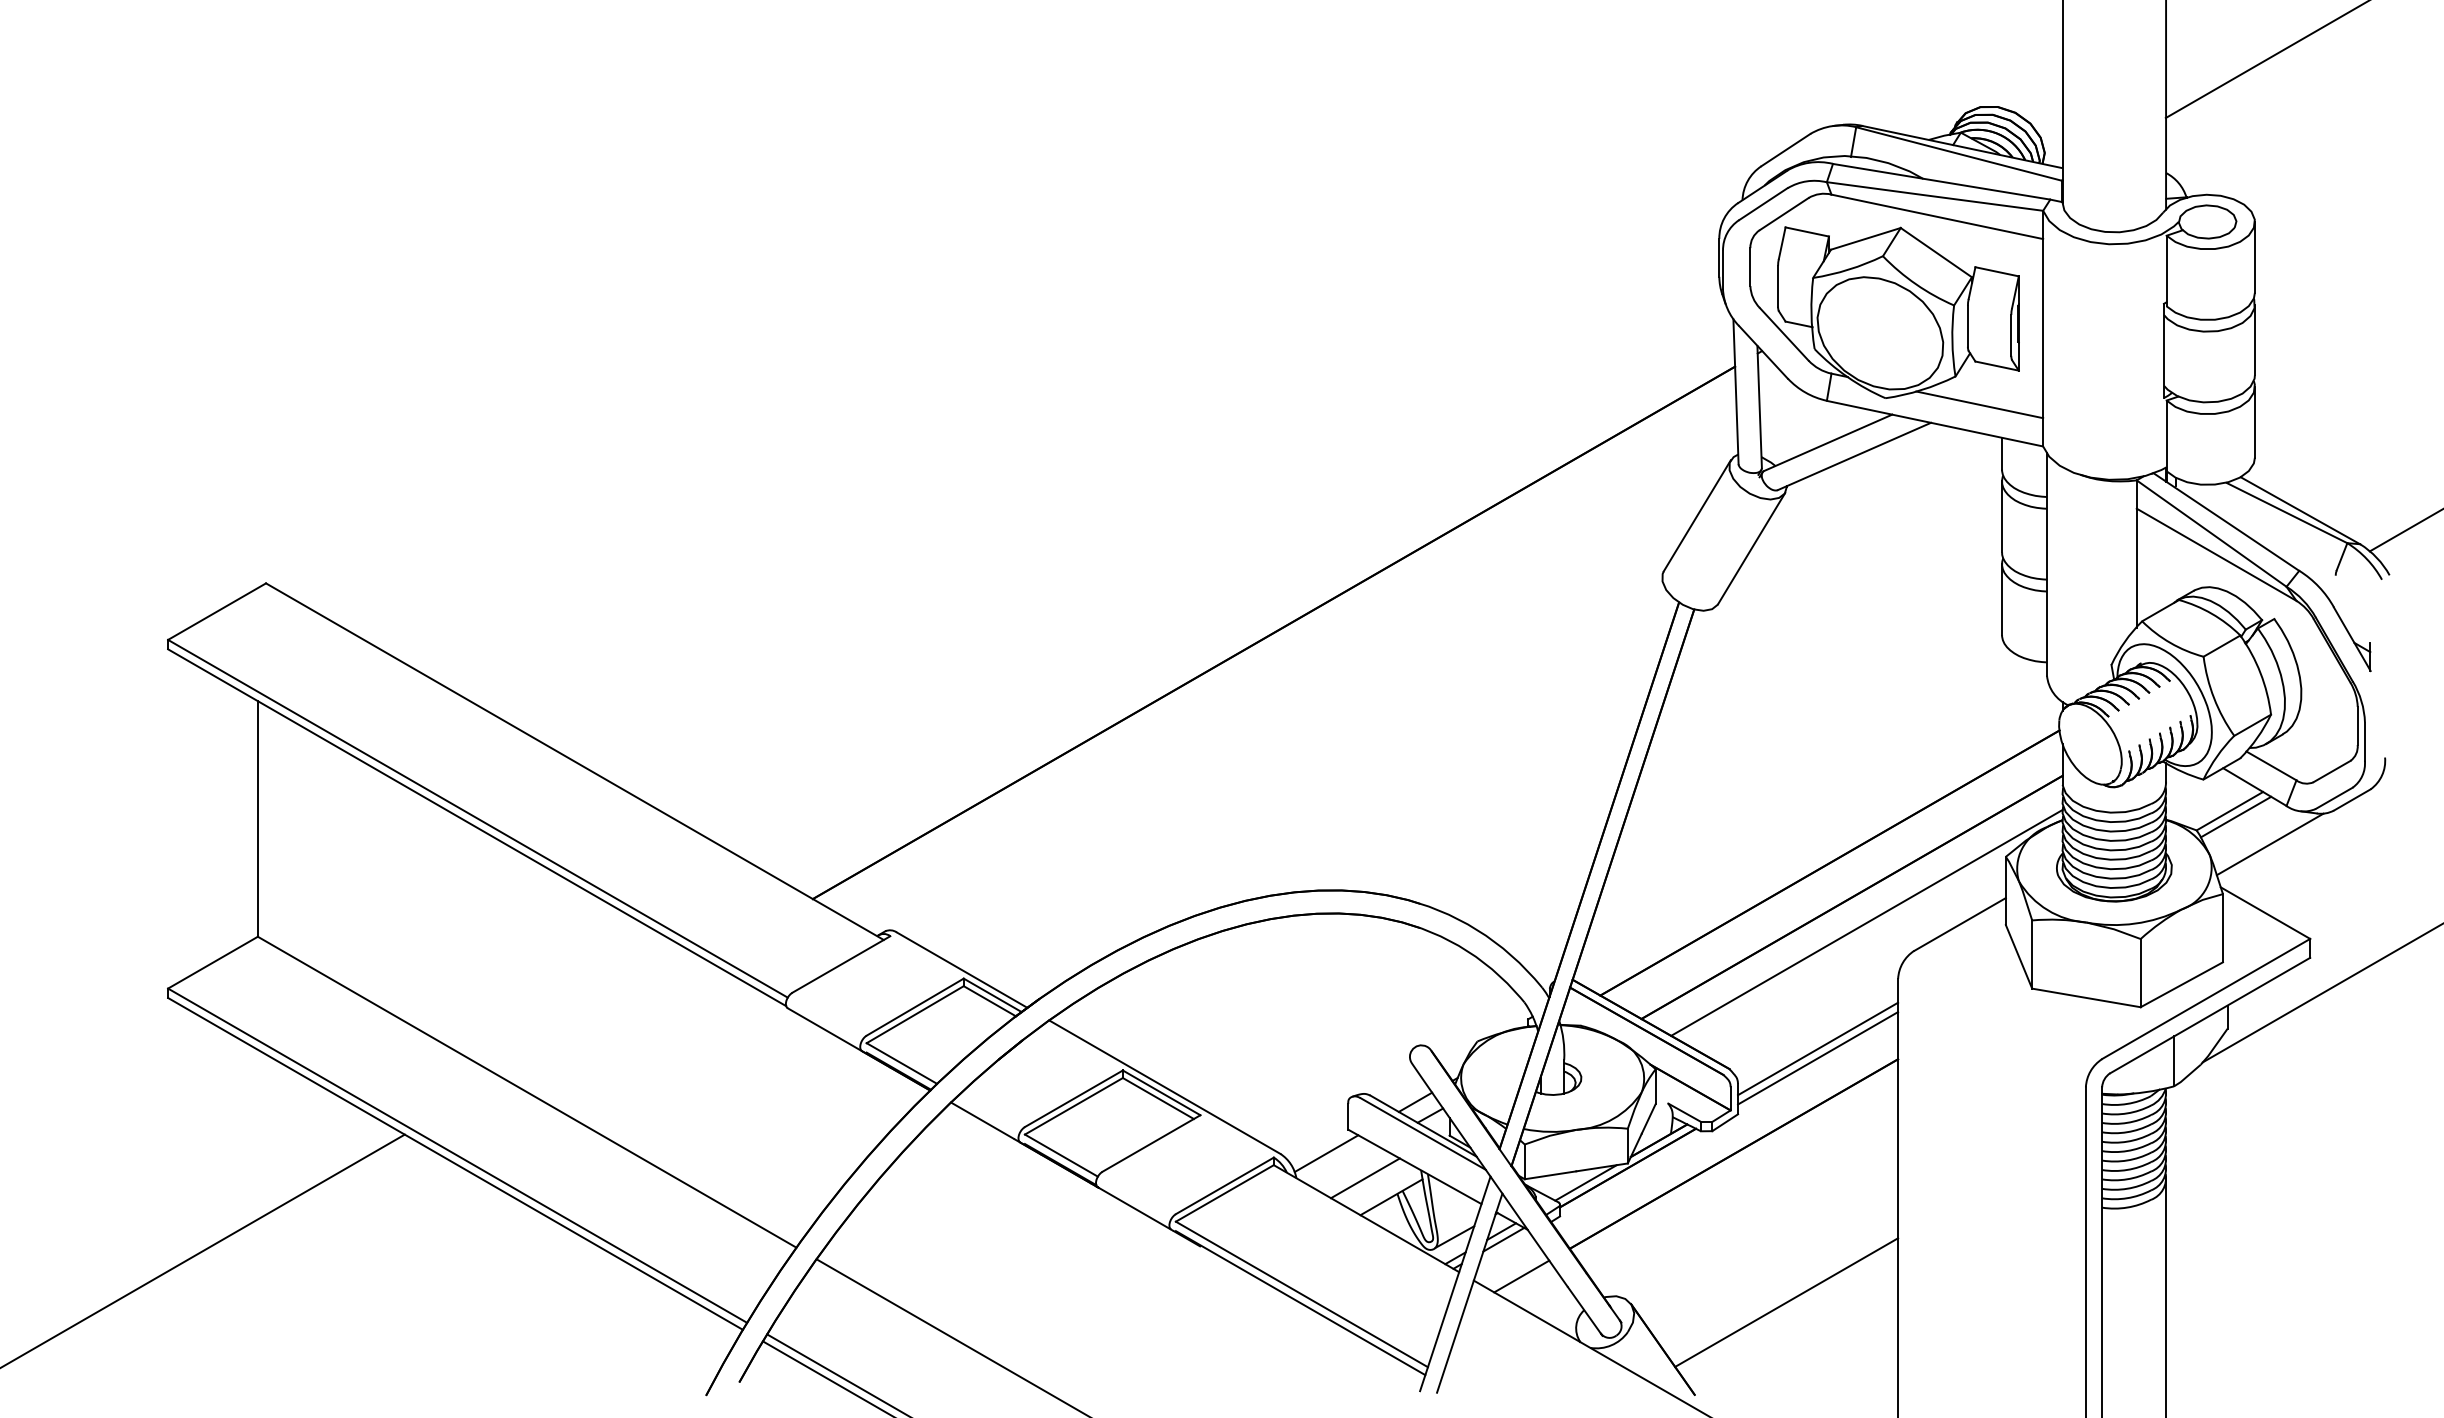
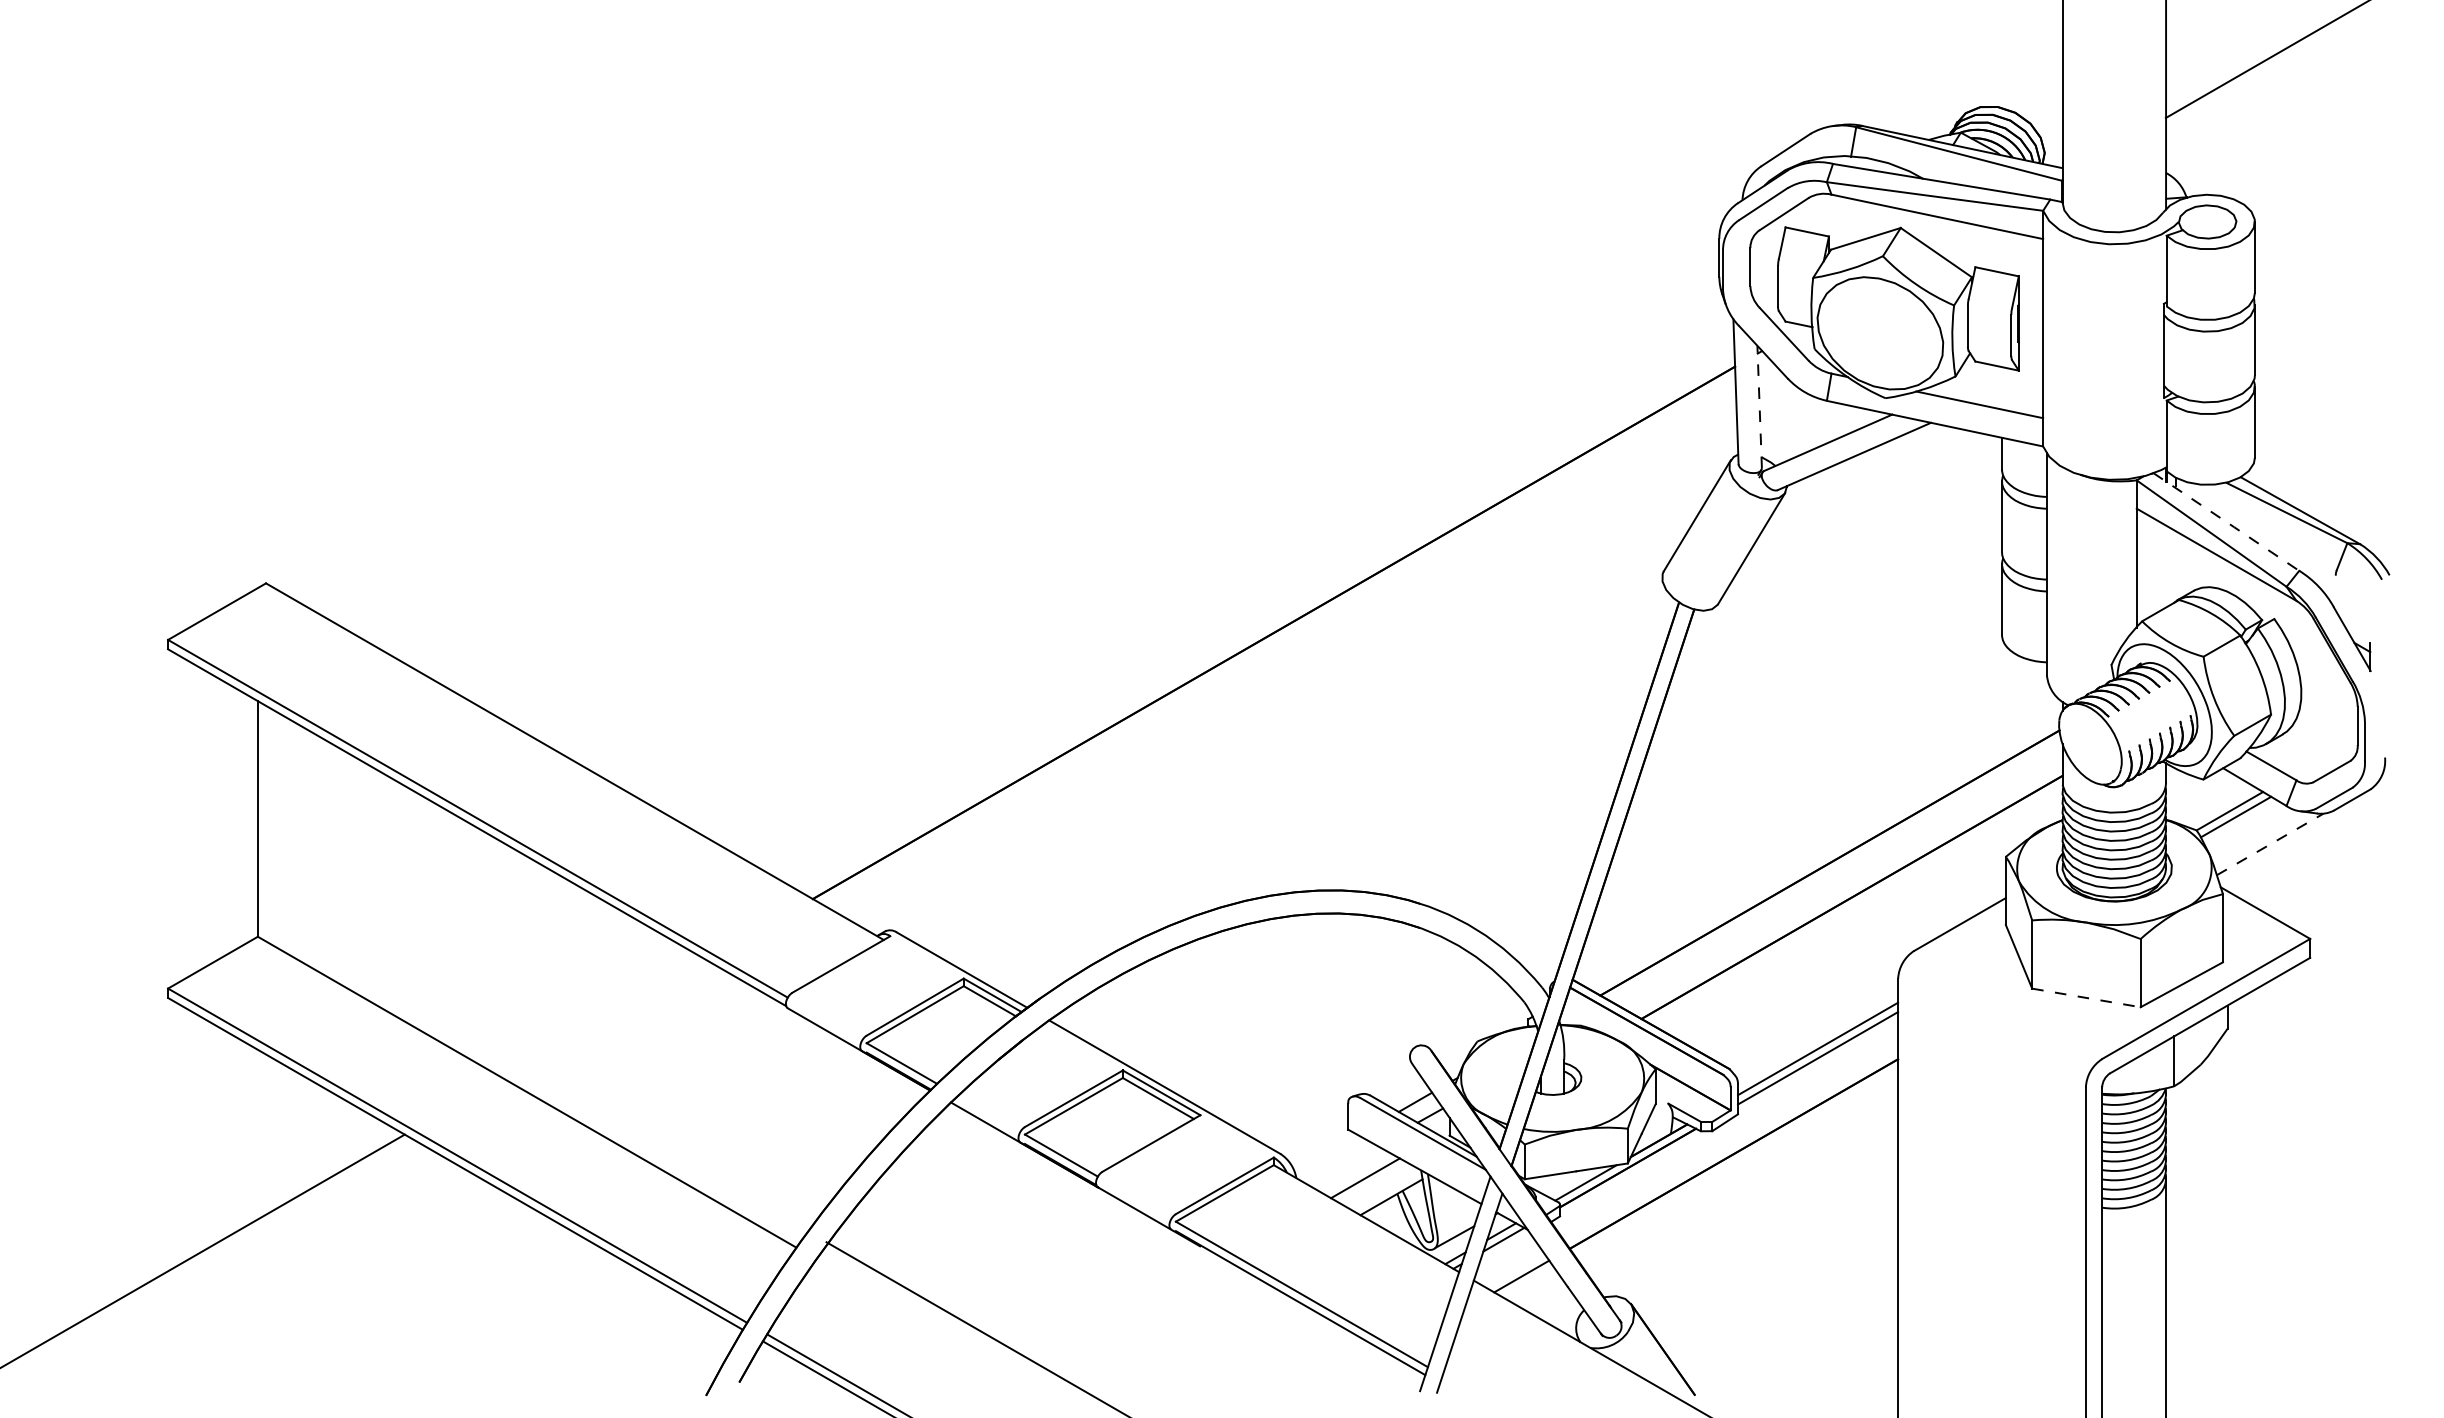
line at (1759, 406): solid -> dashed
line at (2226, 522): solid -> dashed
line at (2404, 530): present -> none
line at (2270, 844): solid -> dashed
line at (1866, 922): present -> none
line at (2321, 993): present -> none
line at (2086, 998): solid -> dashed
line at (1326, 1153): present -> none
line at (1786, 1302): present -> none
line at (951, 1336) position: (951, 1336) -> (975, 1328)
